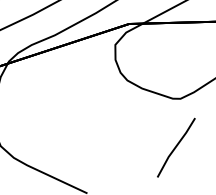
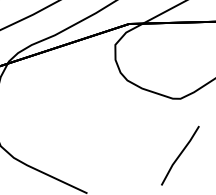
line at (176, 147) position: (176, 147) -> (180, 155)
